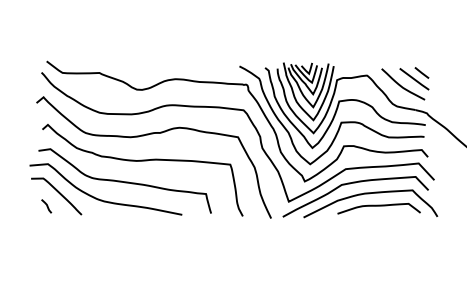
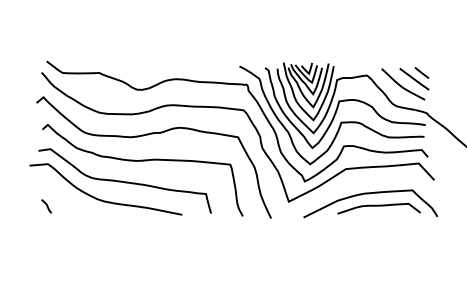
curve at (355, 183): present -> none
curve at (58, 193): present -> none
